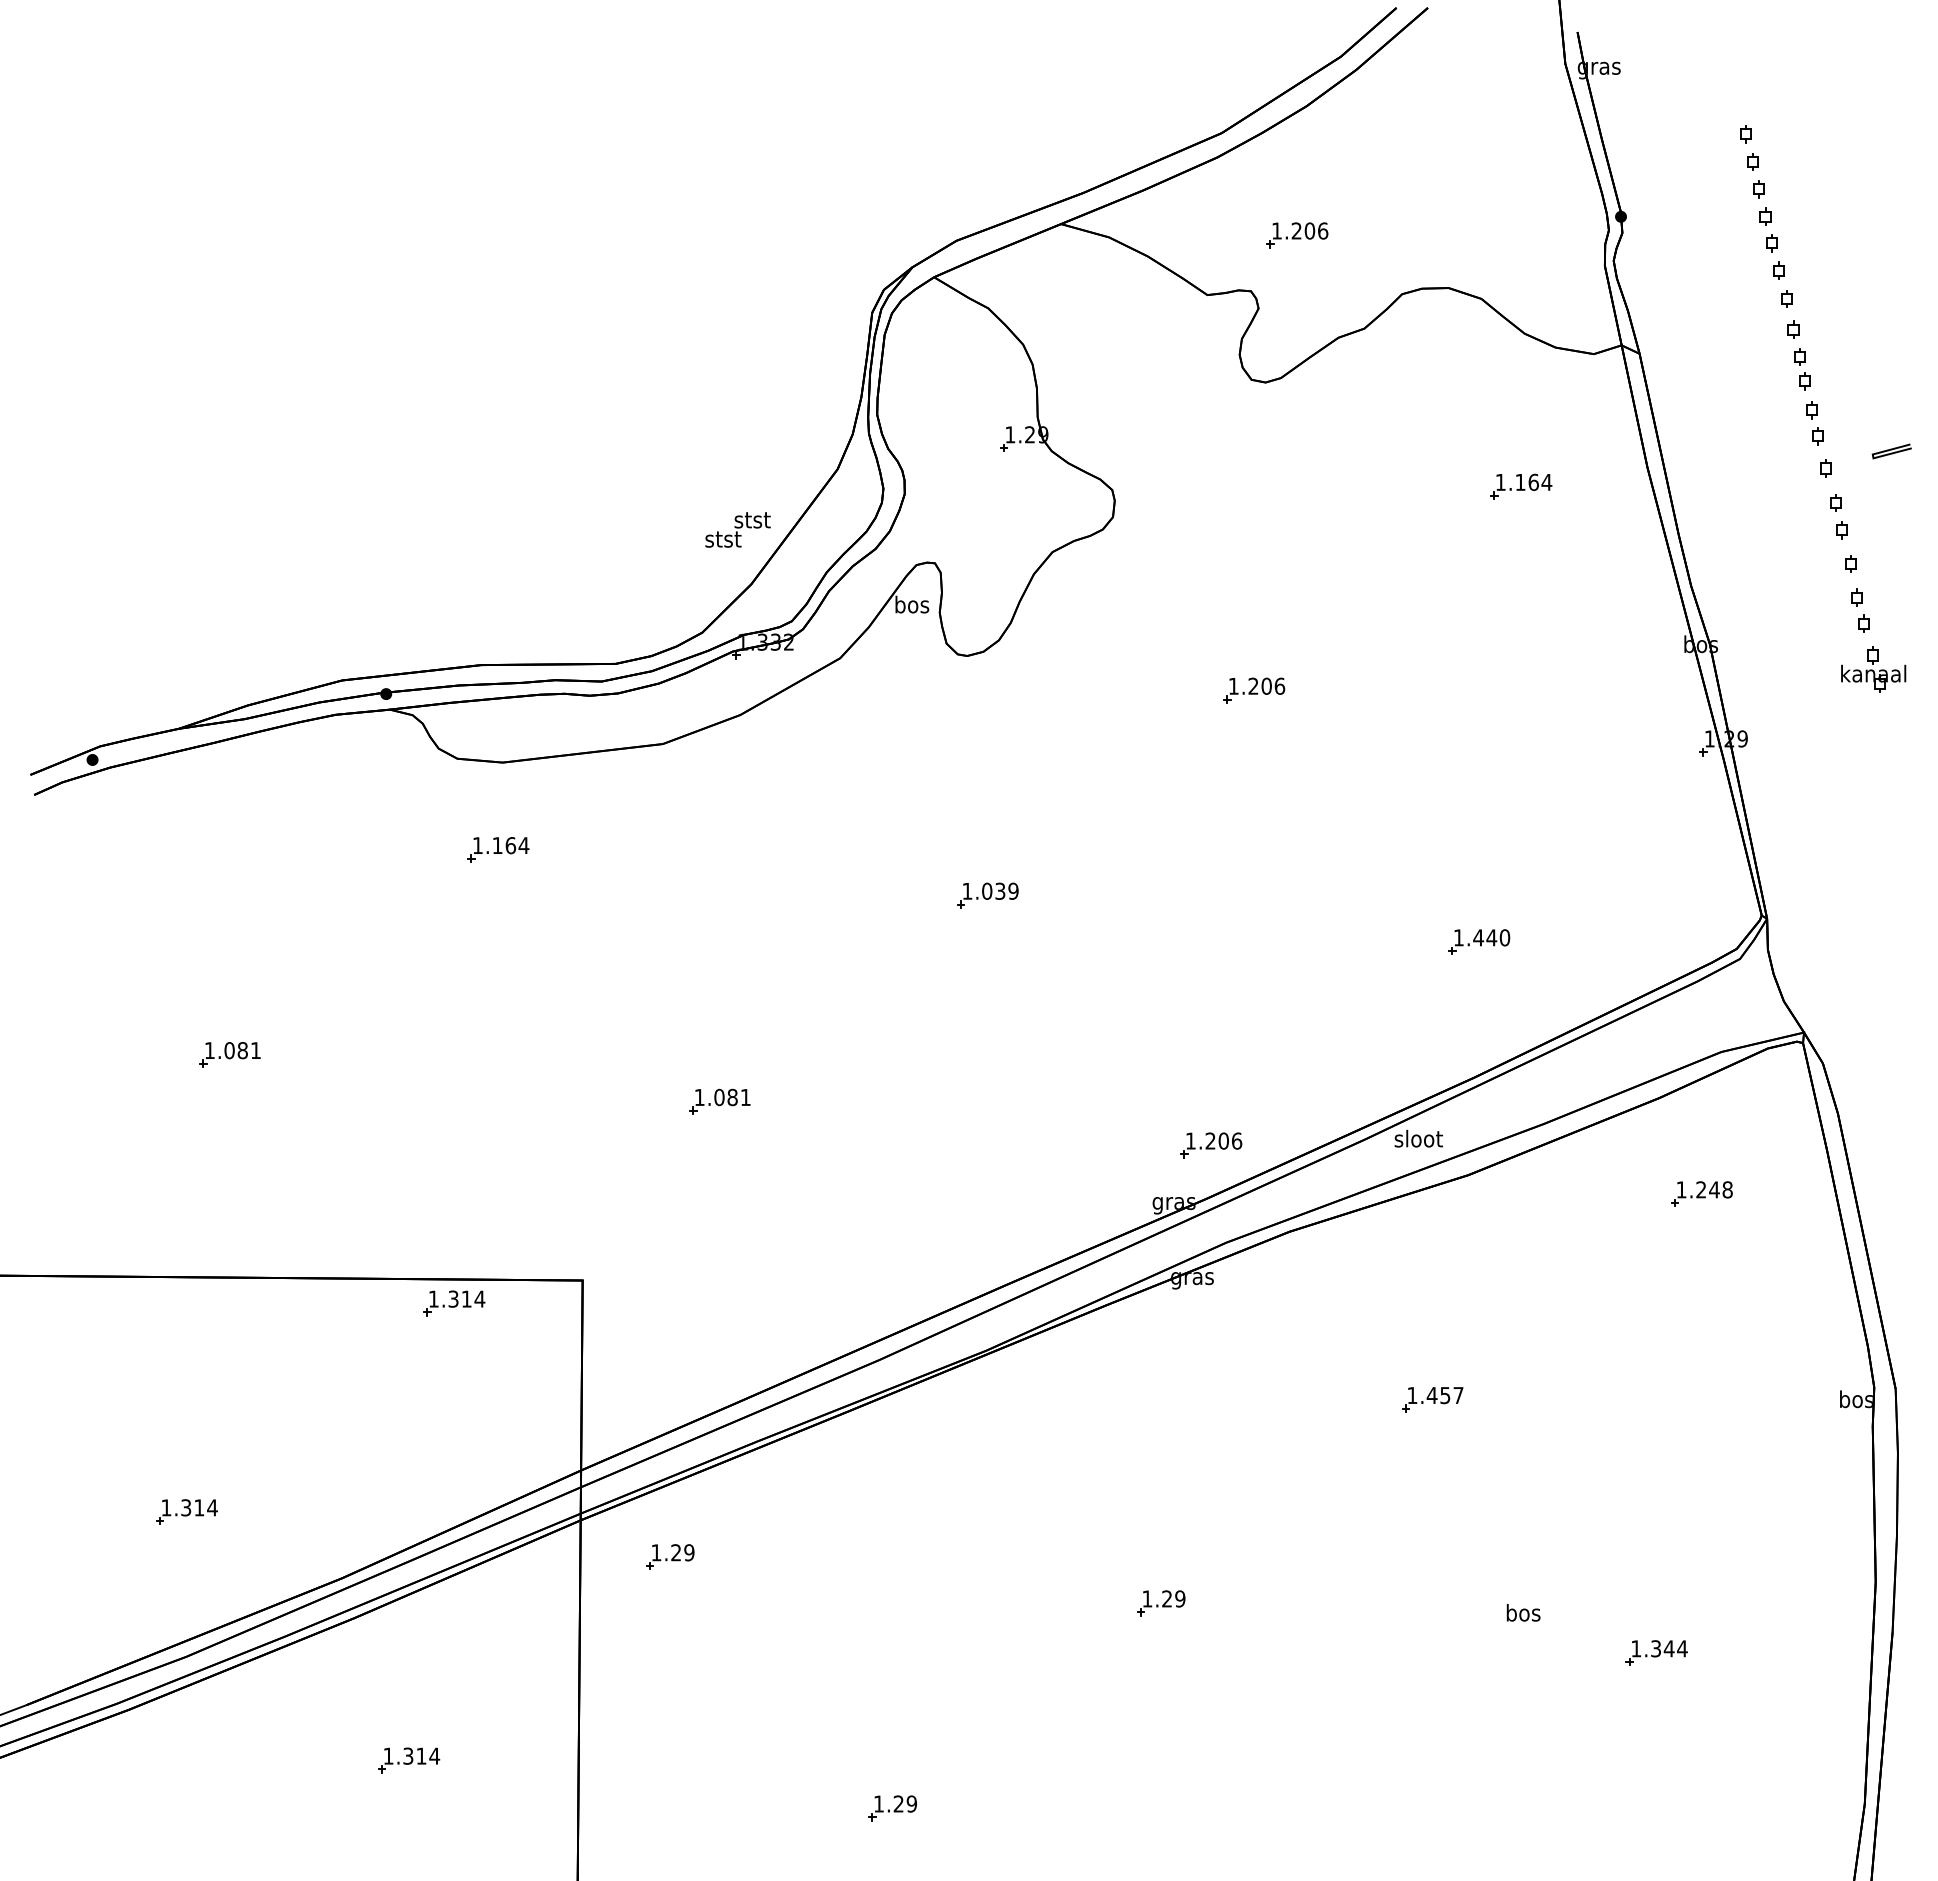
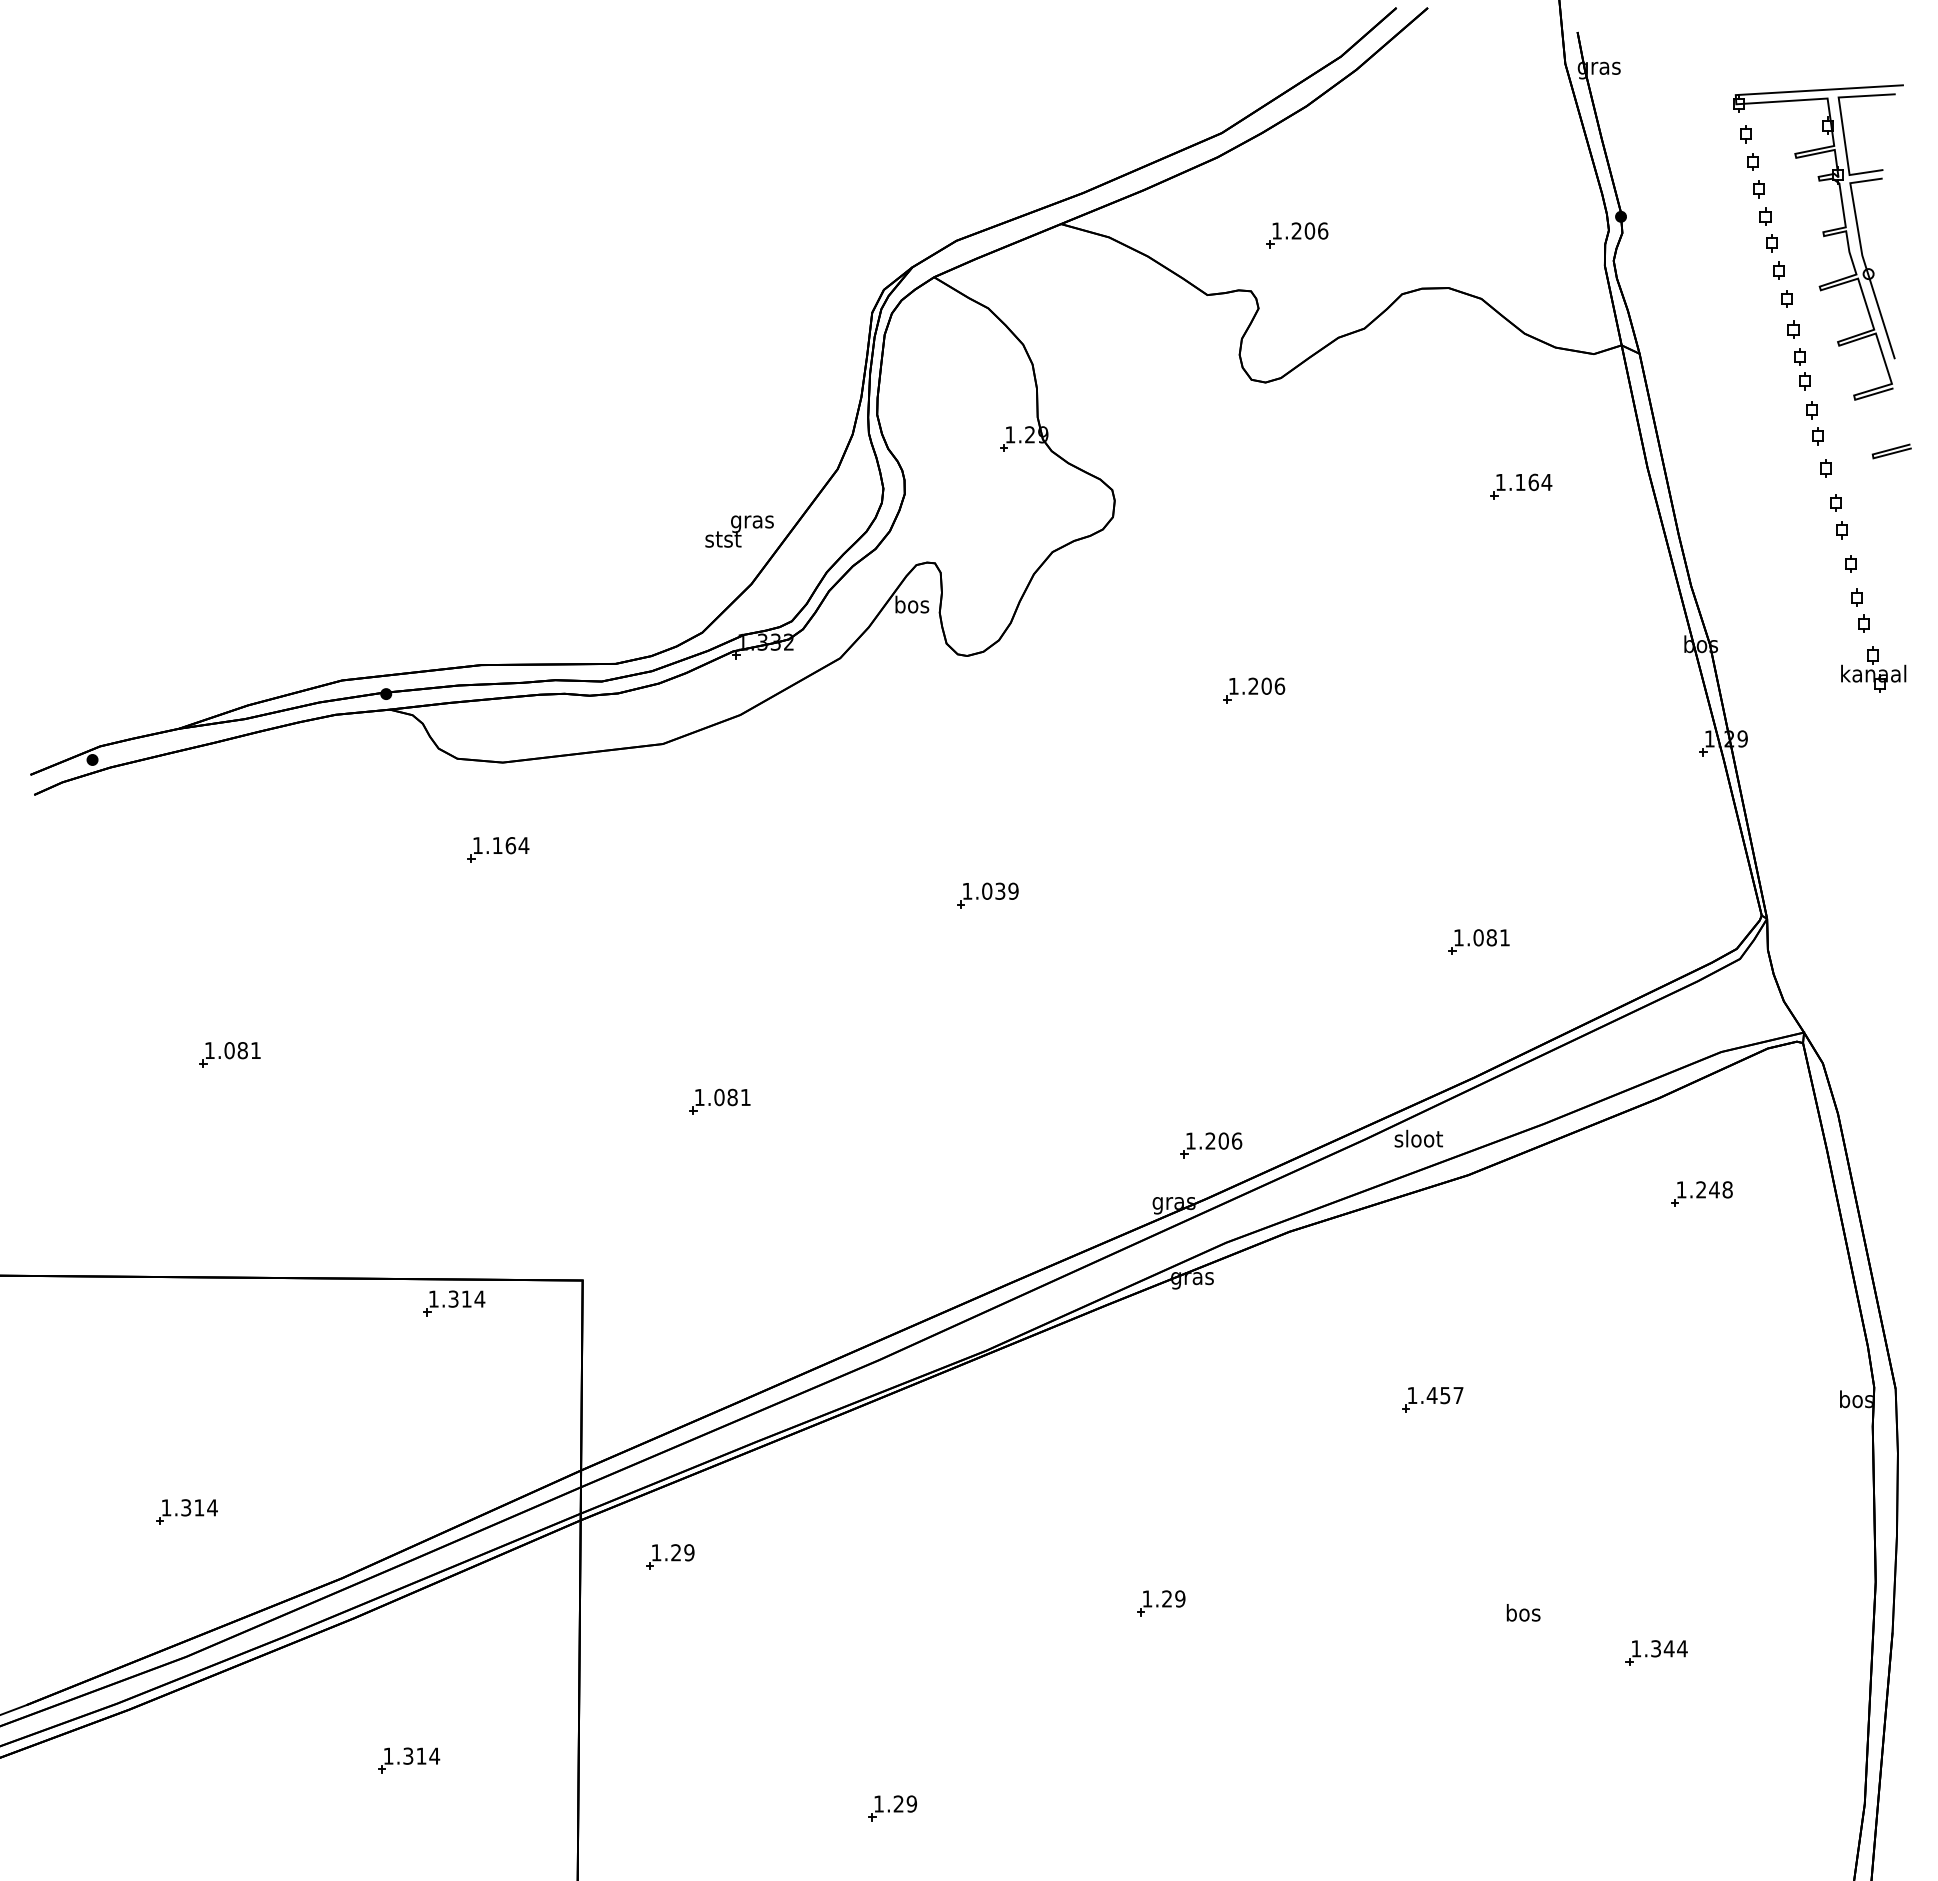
part at (1823, 237): none -> present
text at (752, 522): stst -> gras
text at (1491, 937): 1.440 -> 1.081
